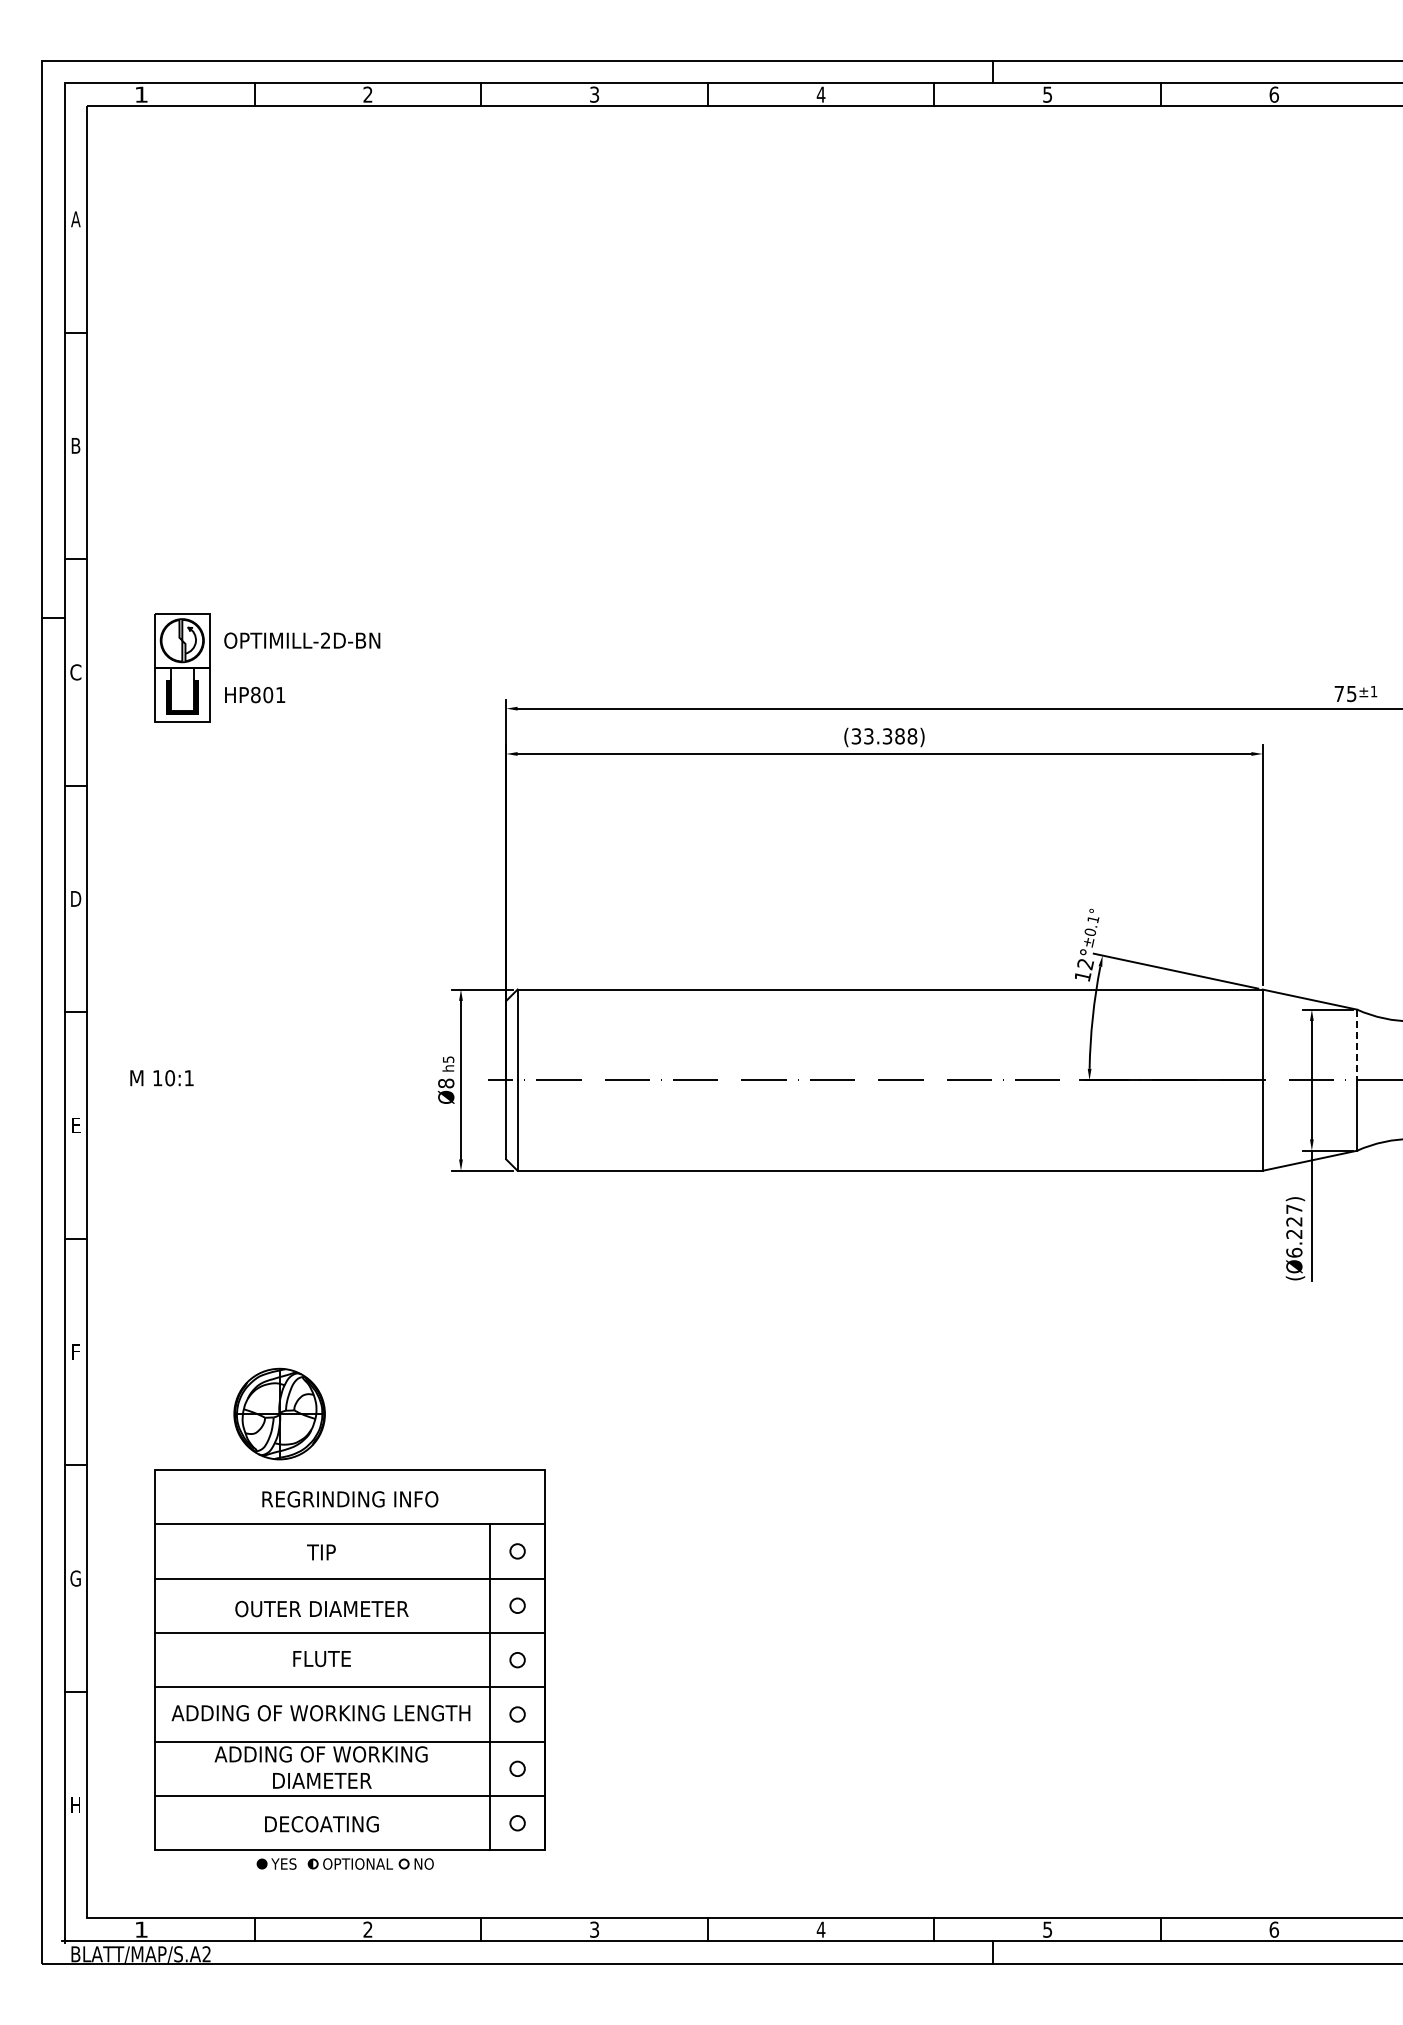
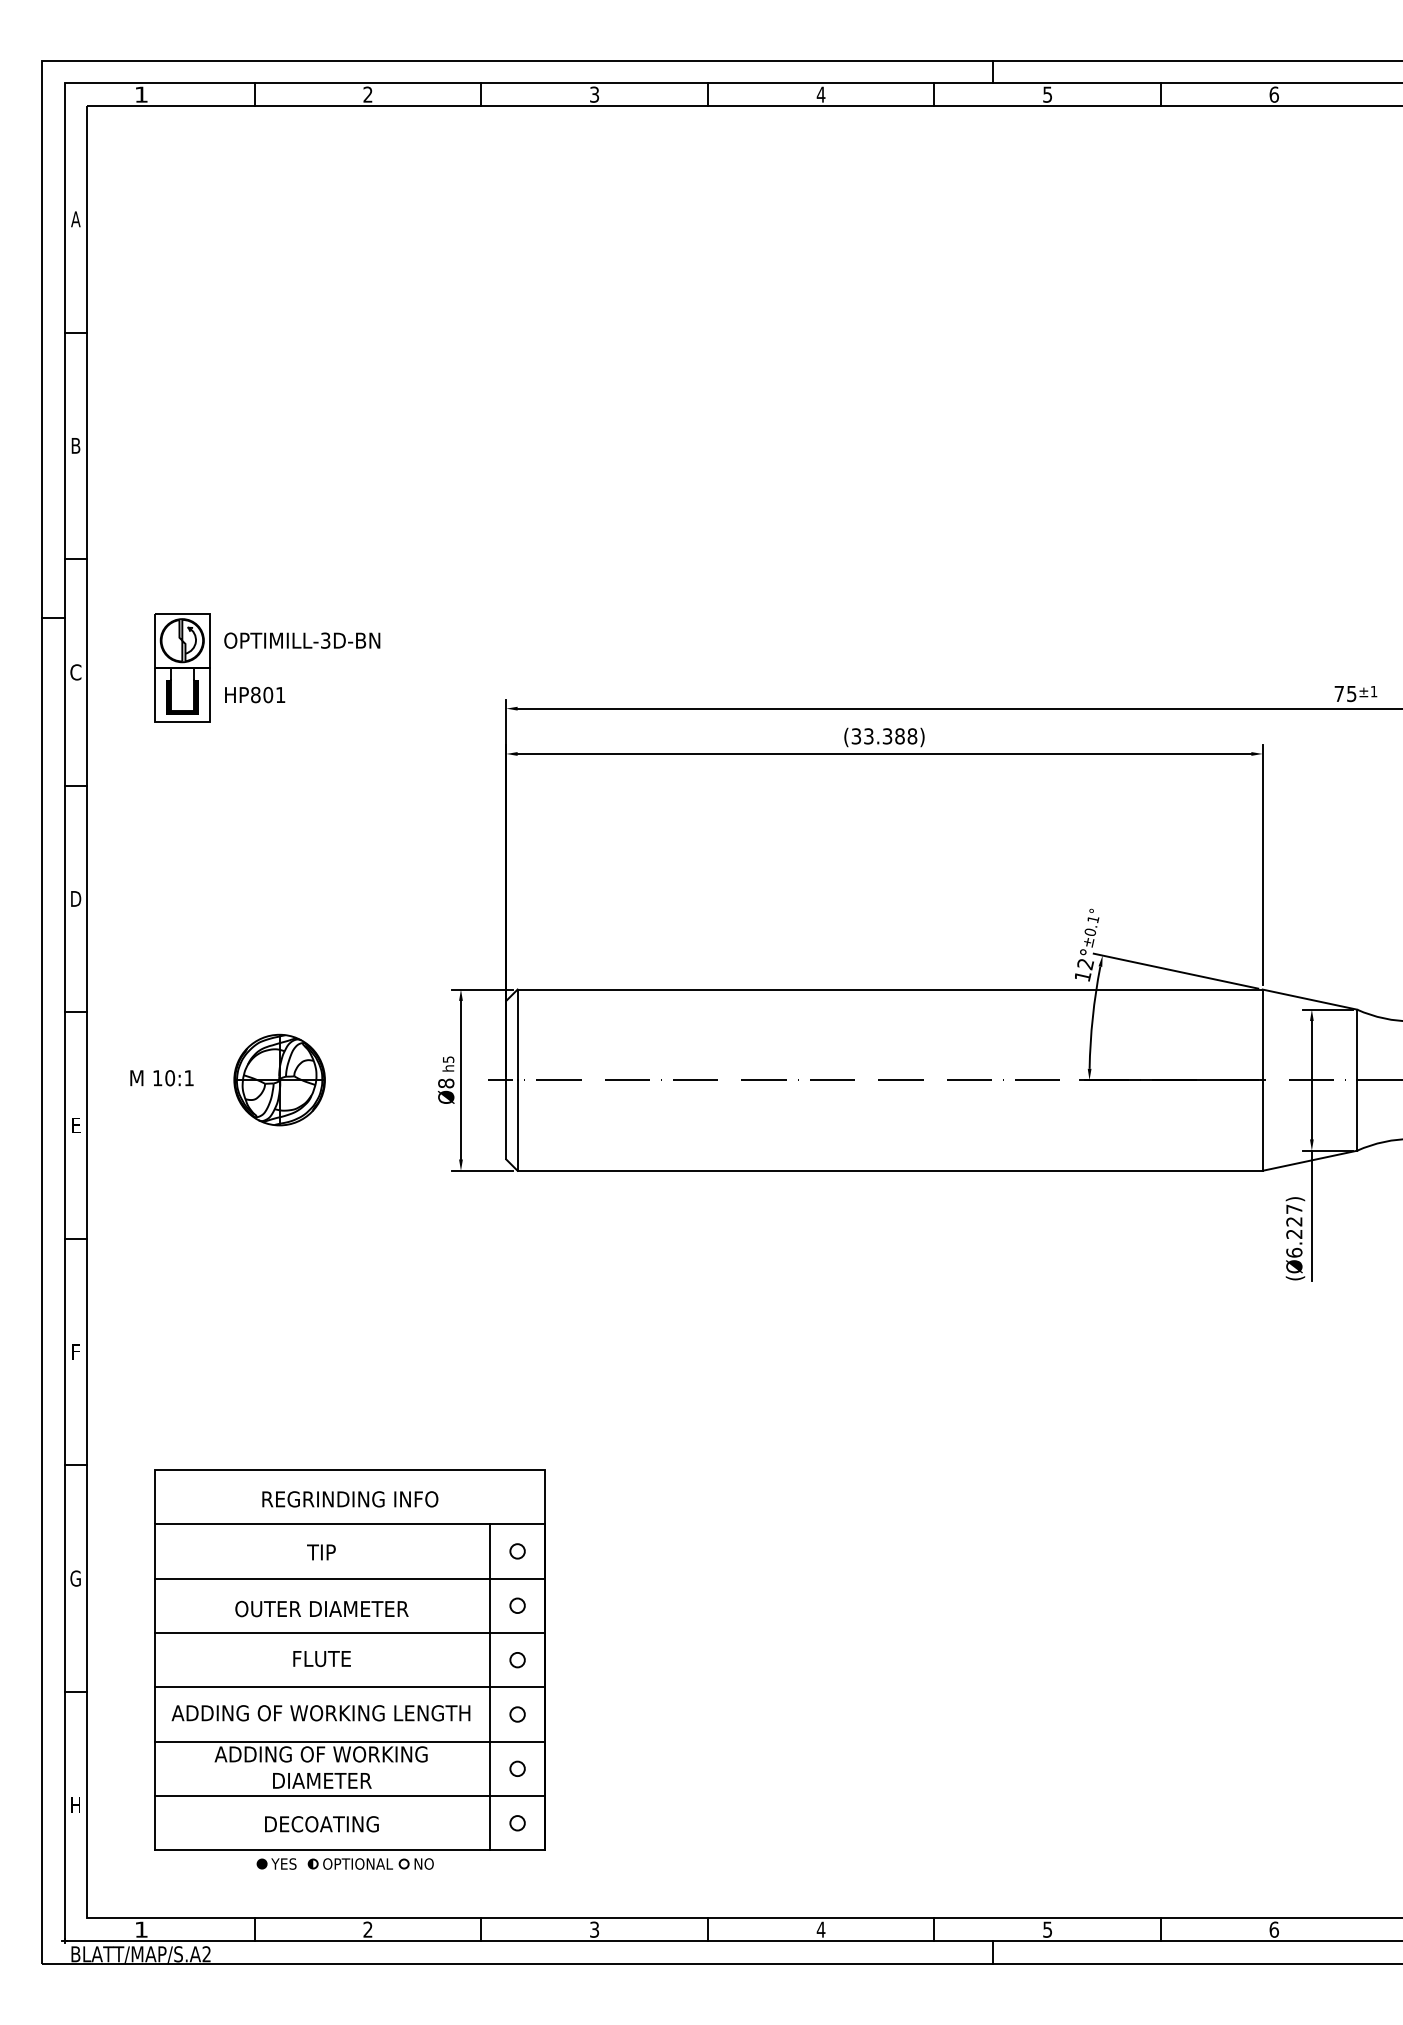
text at (325, 640): OPTIMILL-2D-BN -> OPTIMILL-3D-BN
line at (1357, 1045): dashed -> solid
part at (279, 1413) position: (279, 1413) -> (279, 1079)
